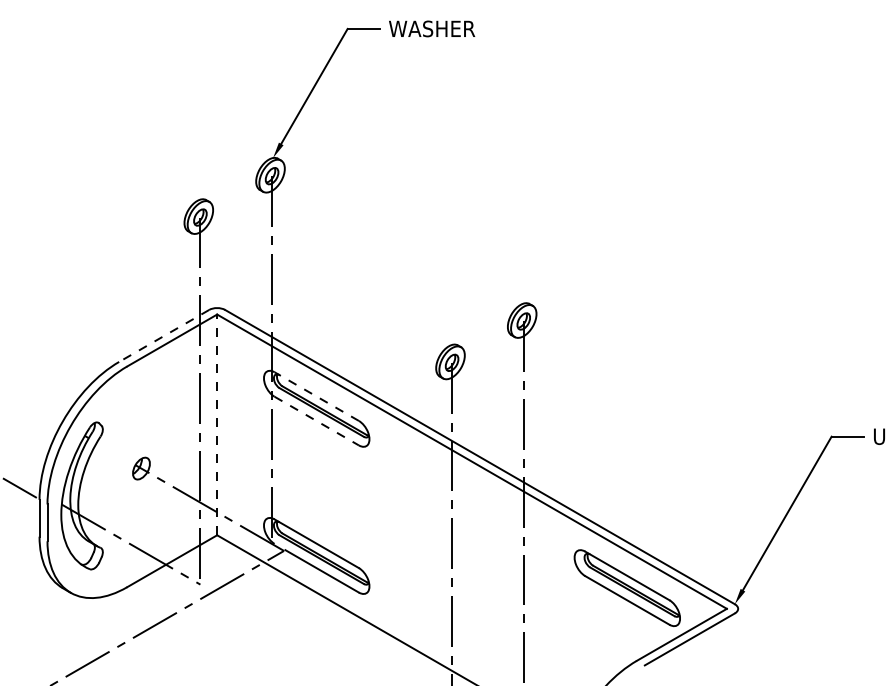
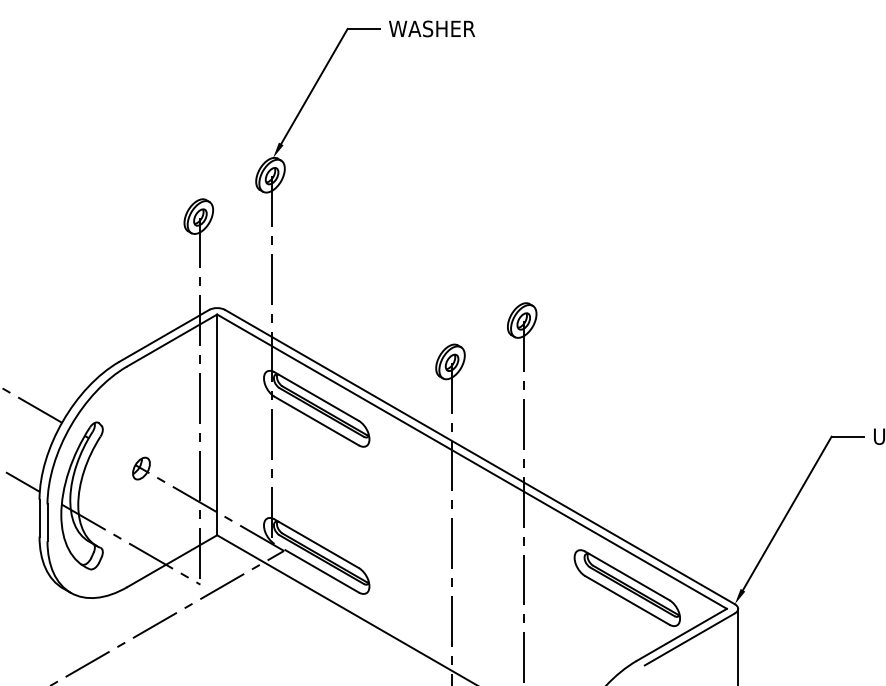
line at (164, 335): dashed -> solid
line at (316, 396): dashed -> solid
line at (32, 405): none -> present
line at (316, 421): dashed -> solid
line at (217, 424): dashed -> solid
line at (19, 487) position: (19, 487) -> (20, 480)
line at (738, 645): none -> present
